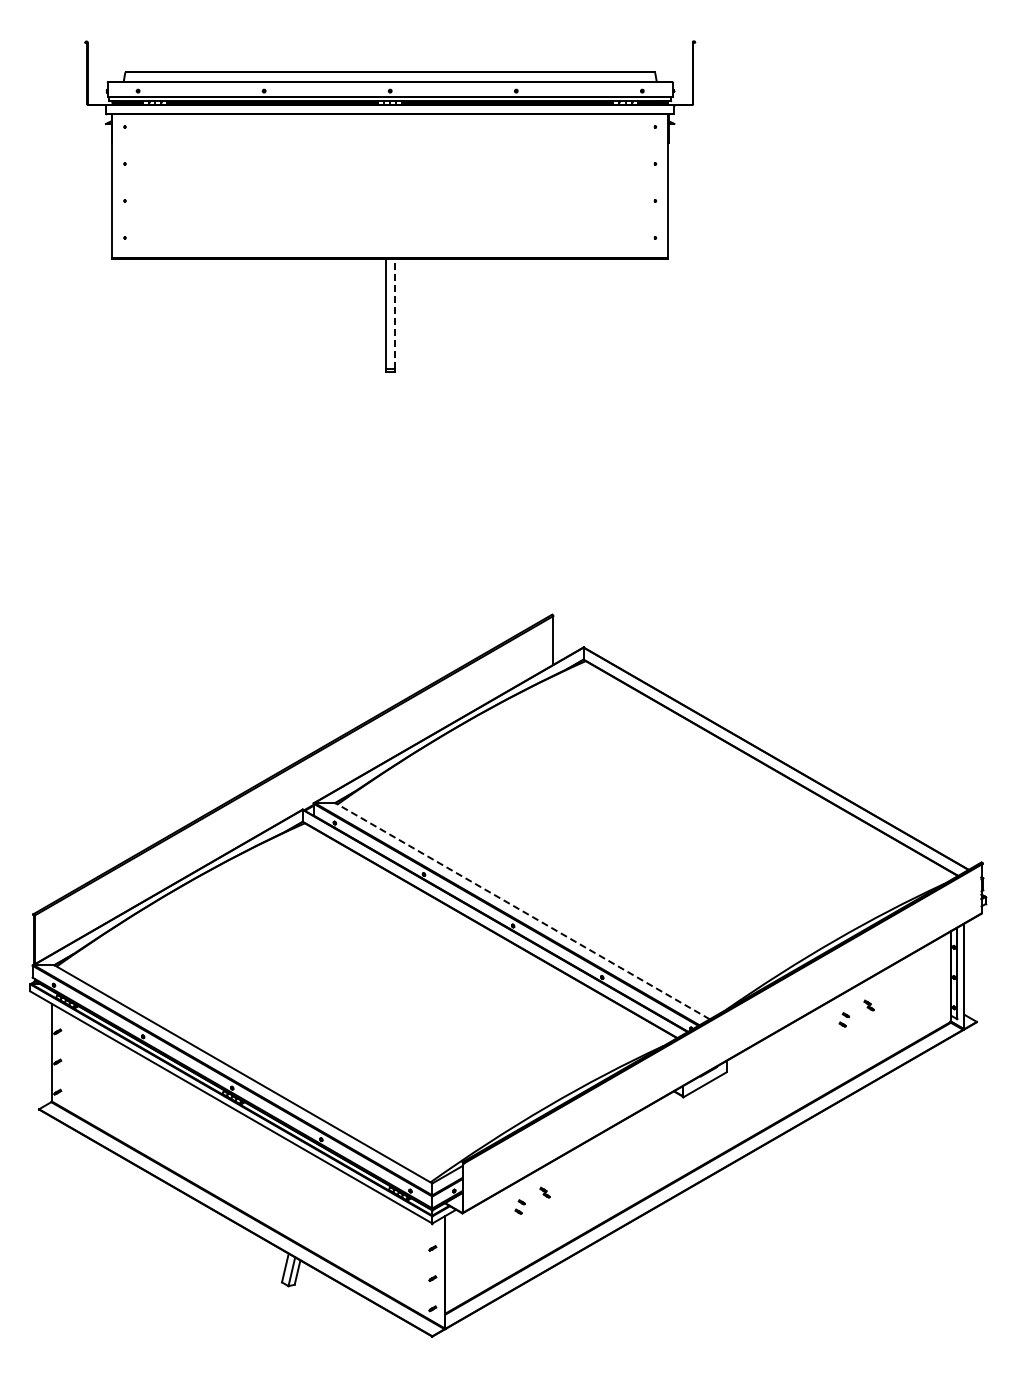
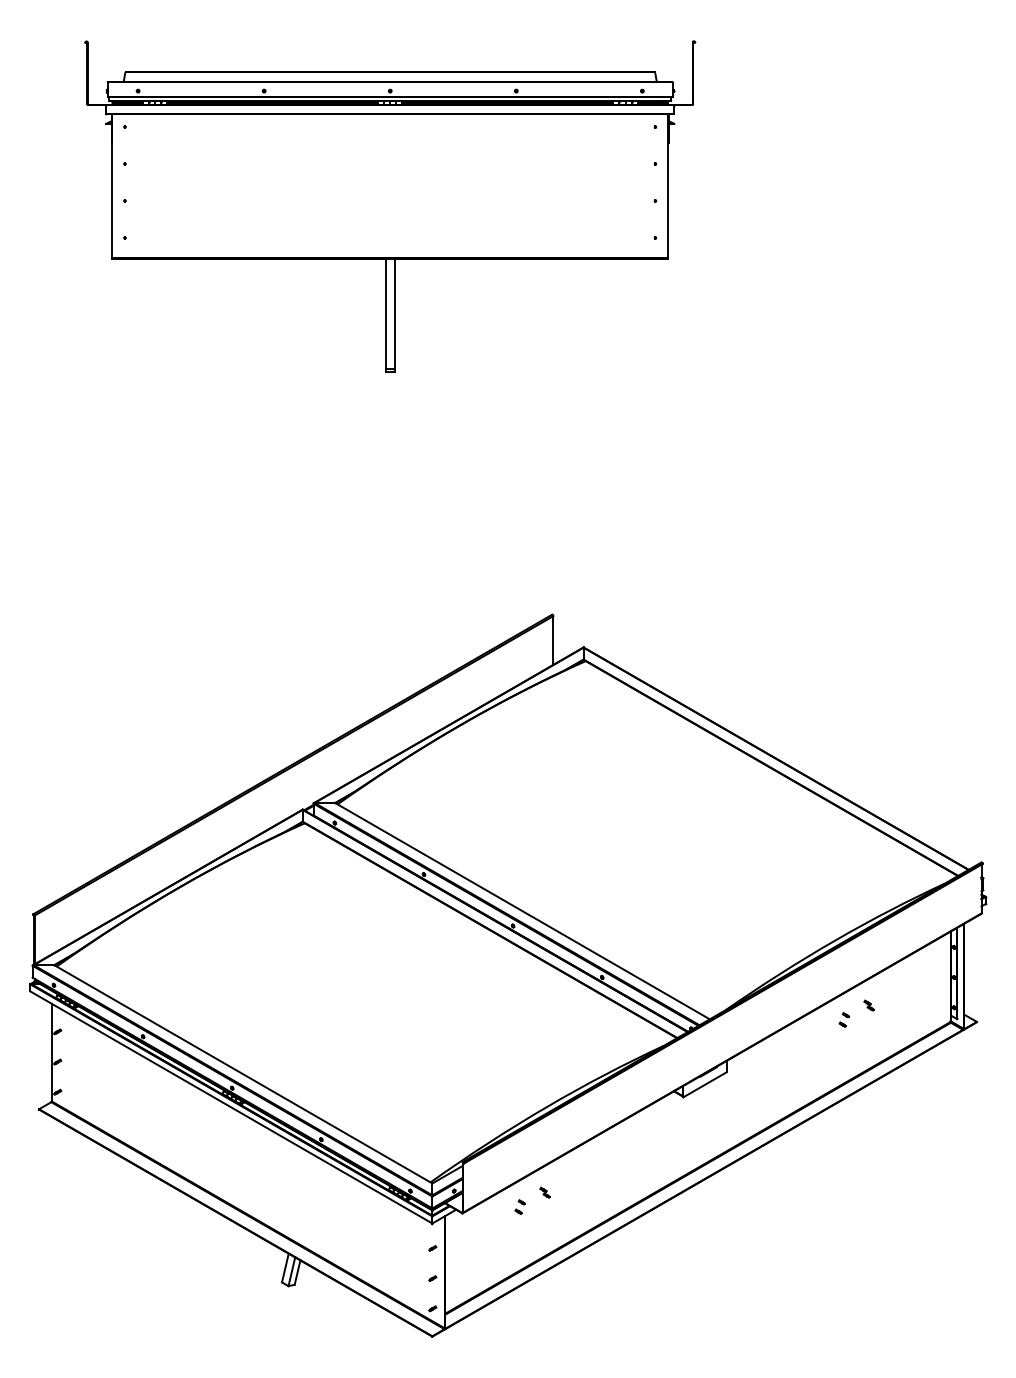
line at (394, 313): dashed -> solid
line at (522, 910): dashed -> solid
